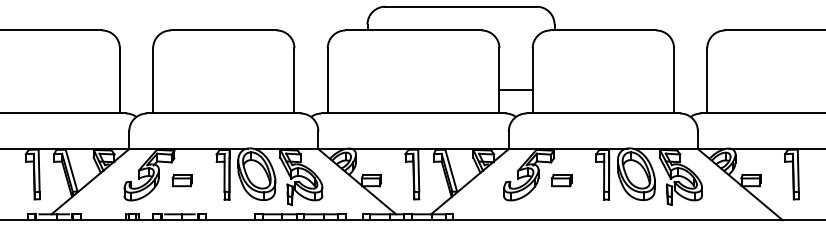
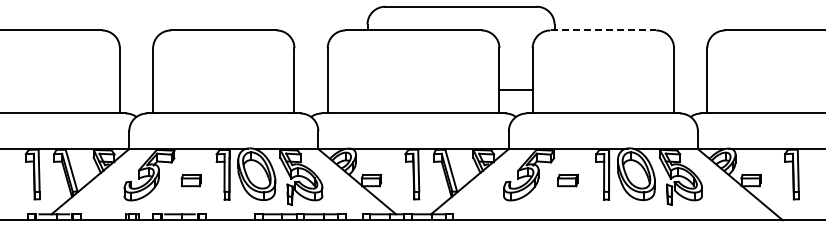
line at (603, 30): solid -> dashed
part at (181, 180) position: (181, 180) -> (190, 180)
part at (561, 180) position: (561, 180) -> (567, 180)
